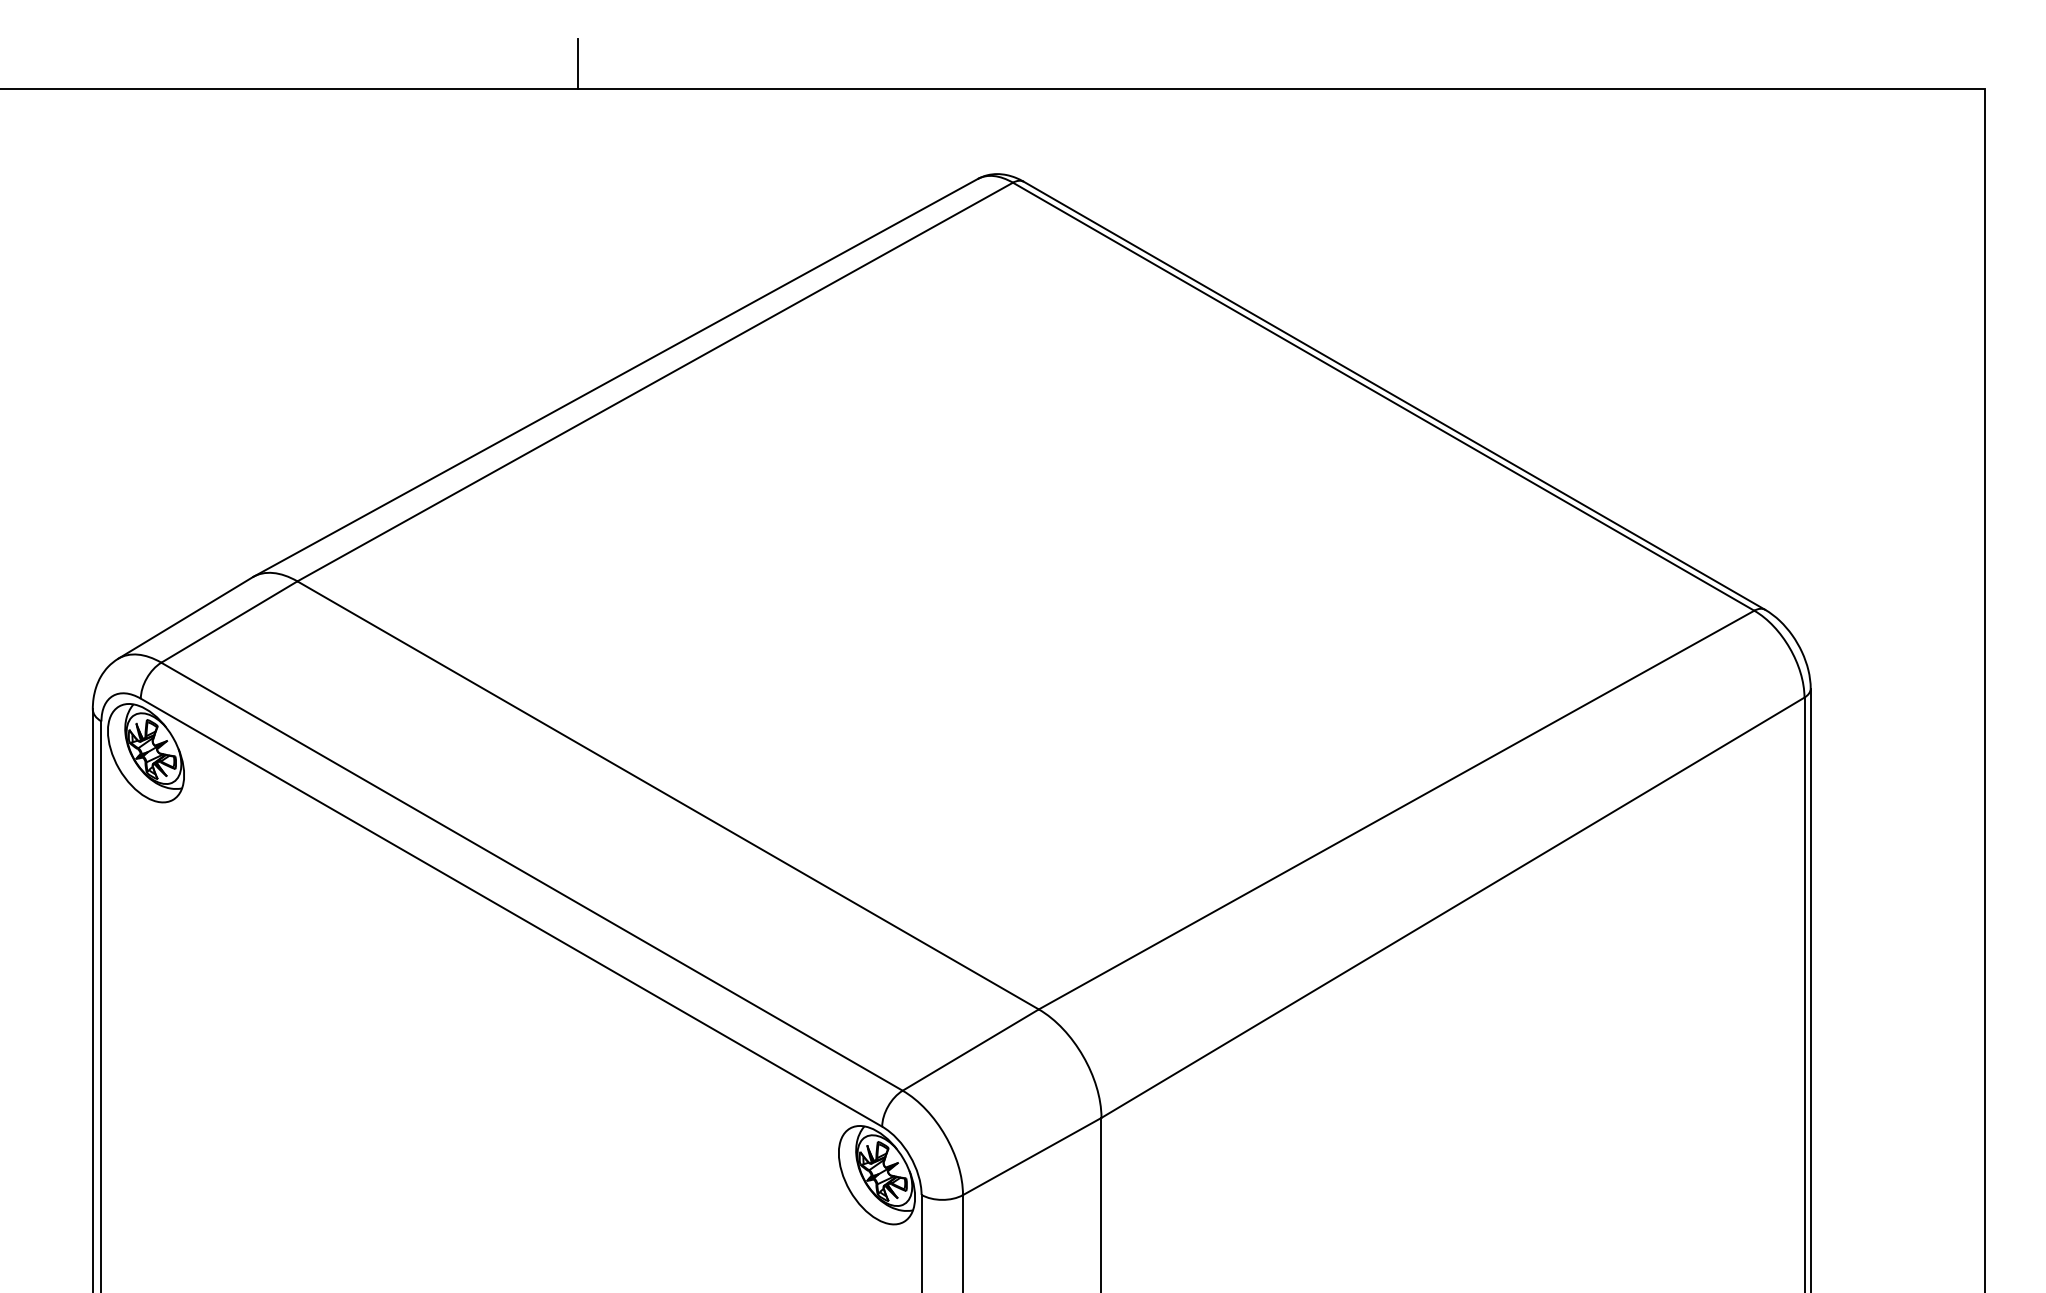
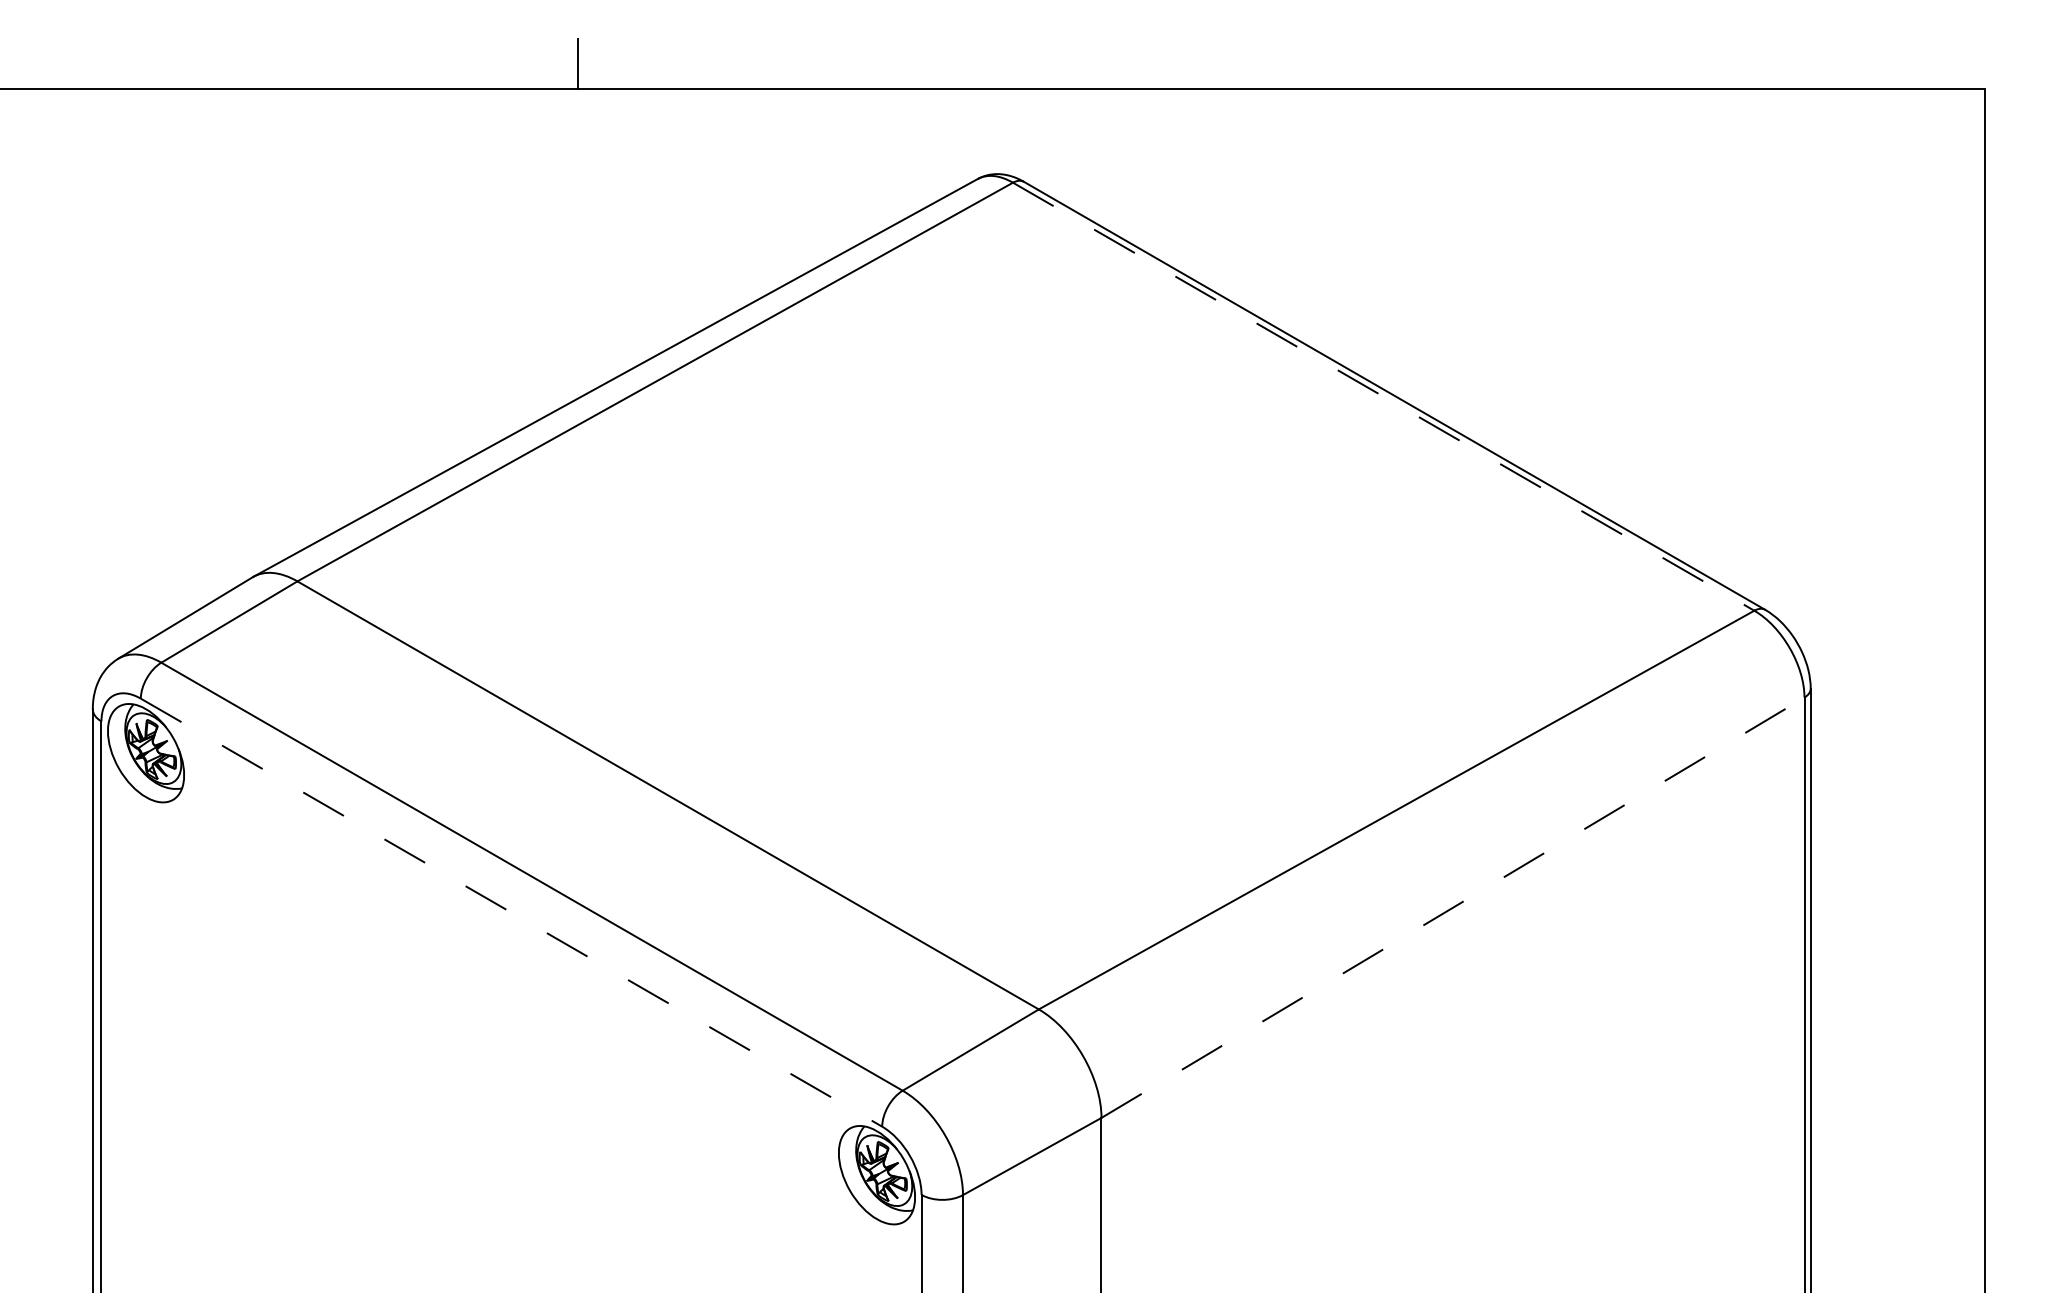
line at (1384, 396): solid -> dashed
line at (1452, 907): solid -> dashed
line at (511, 912): solid -> dashed
